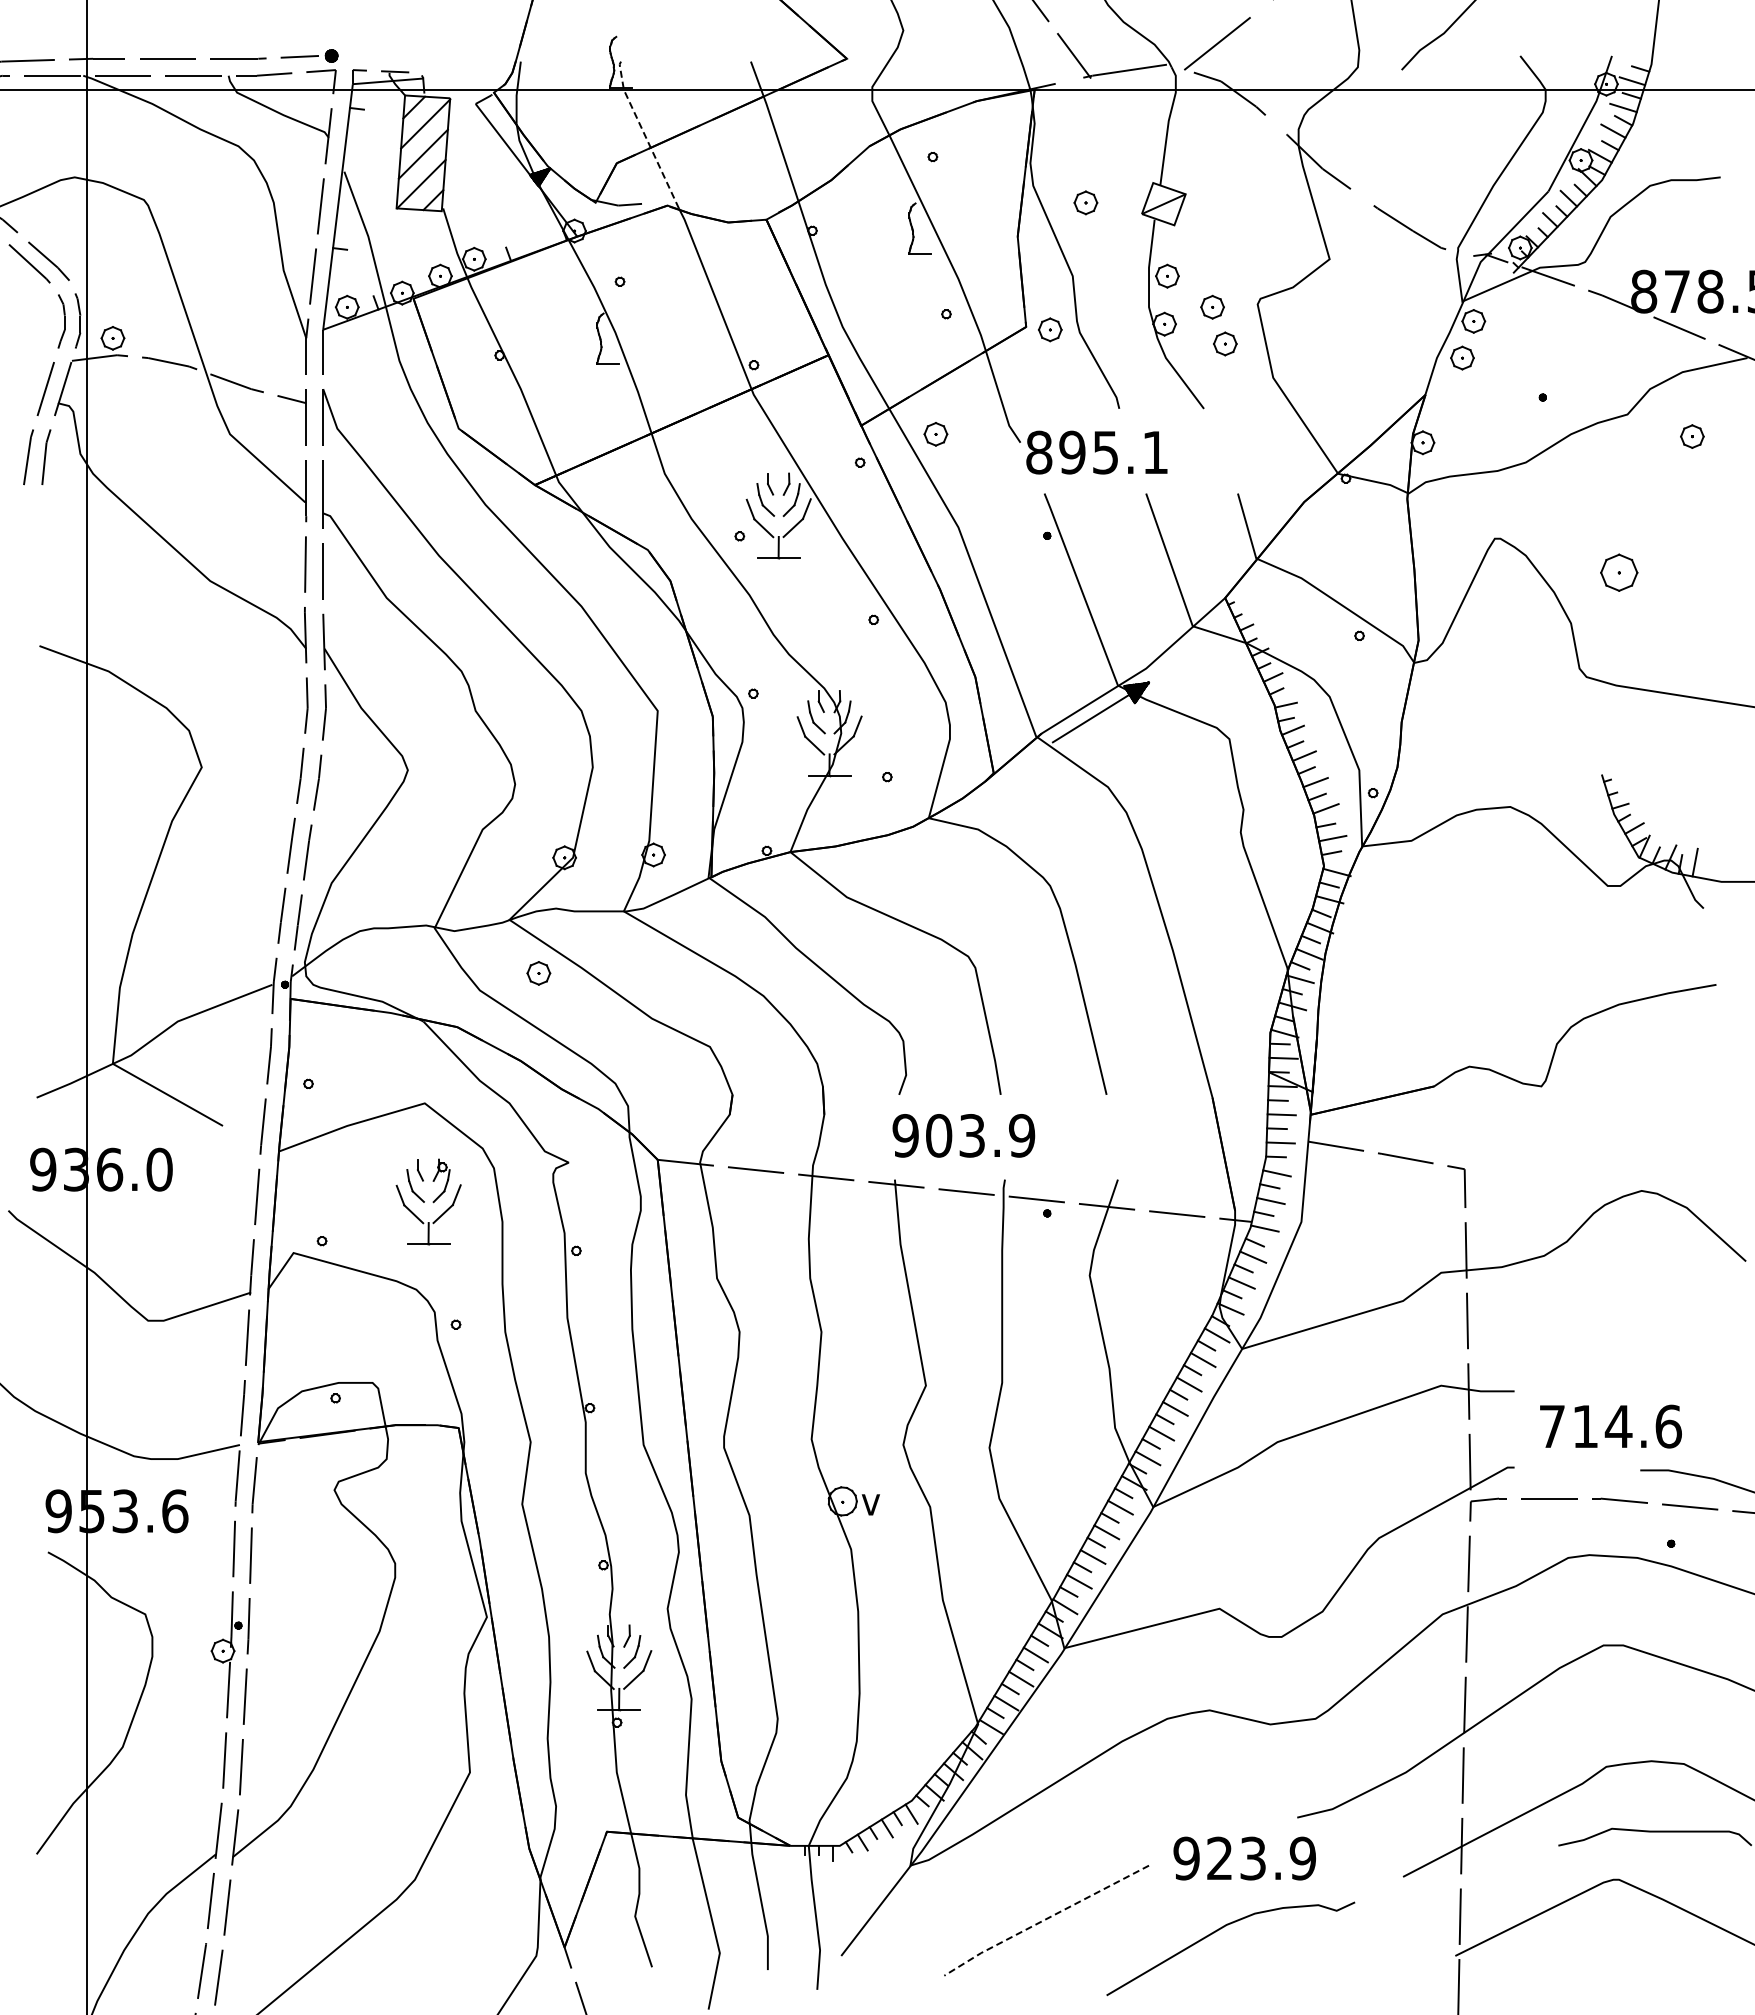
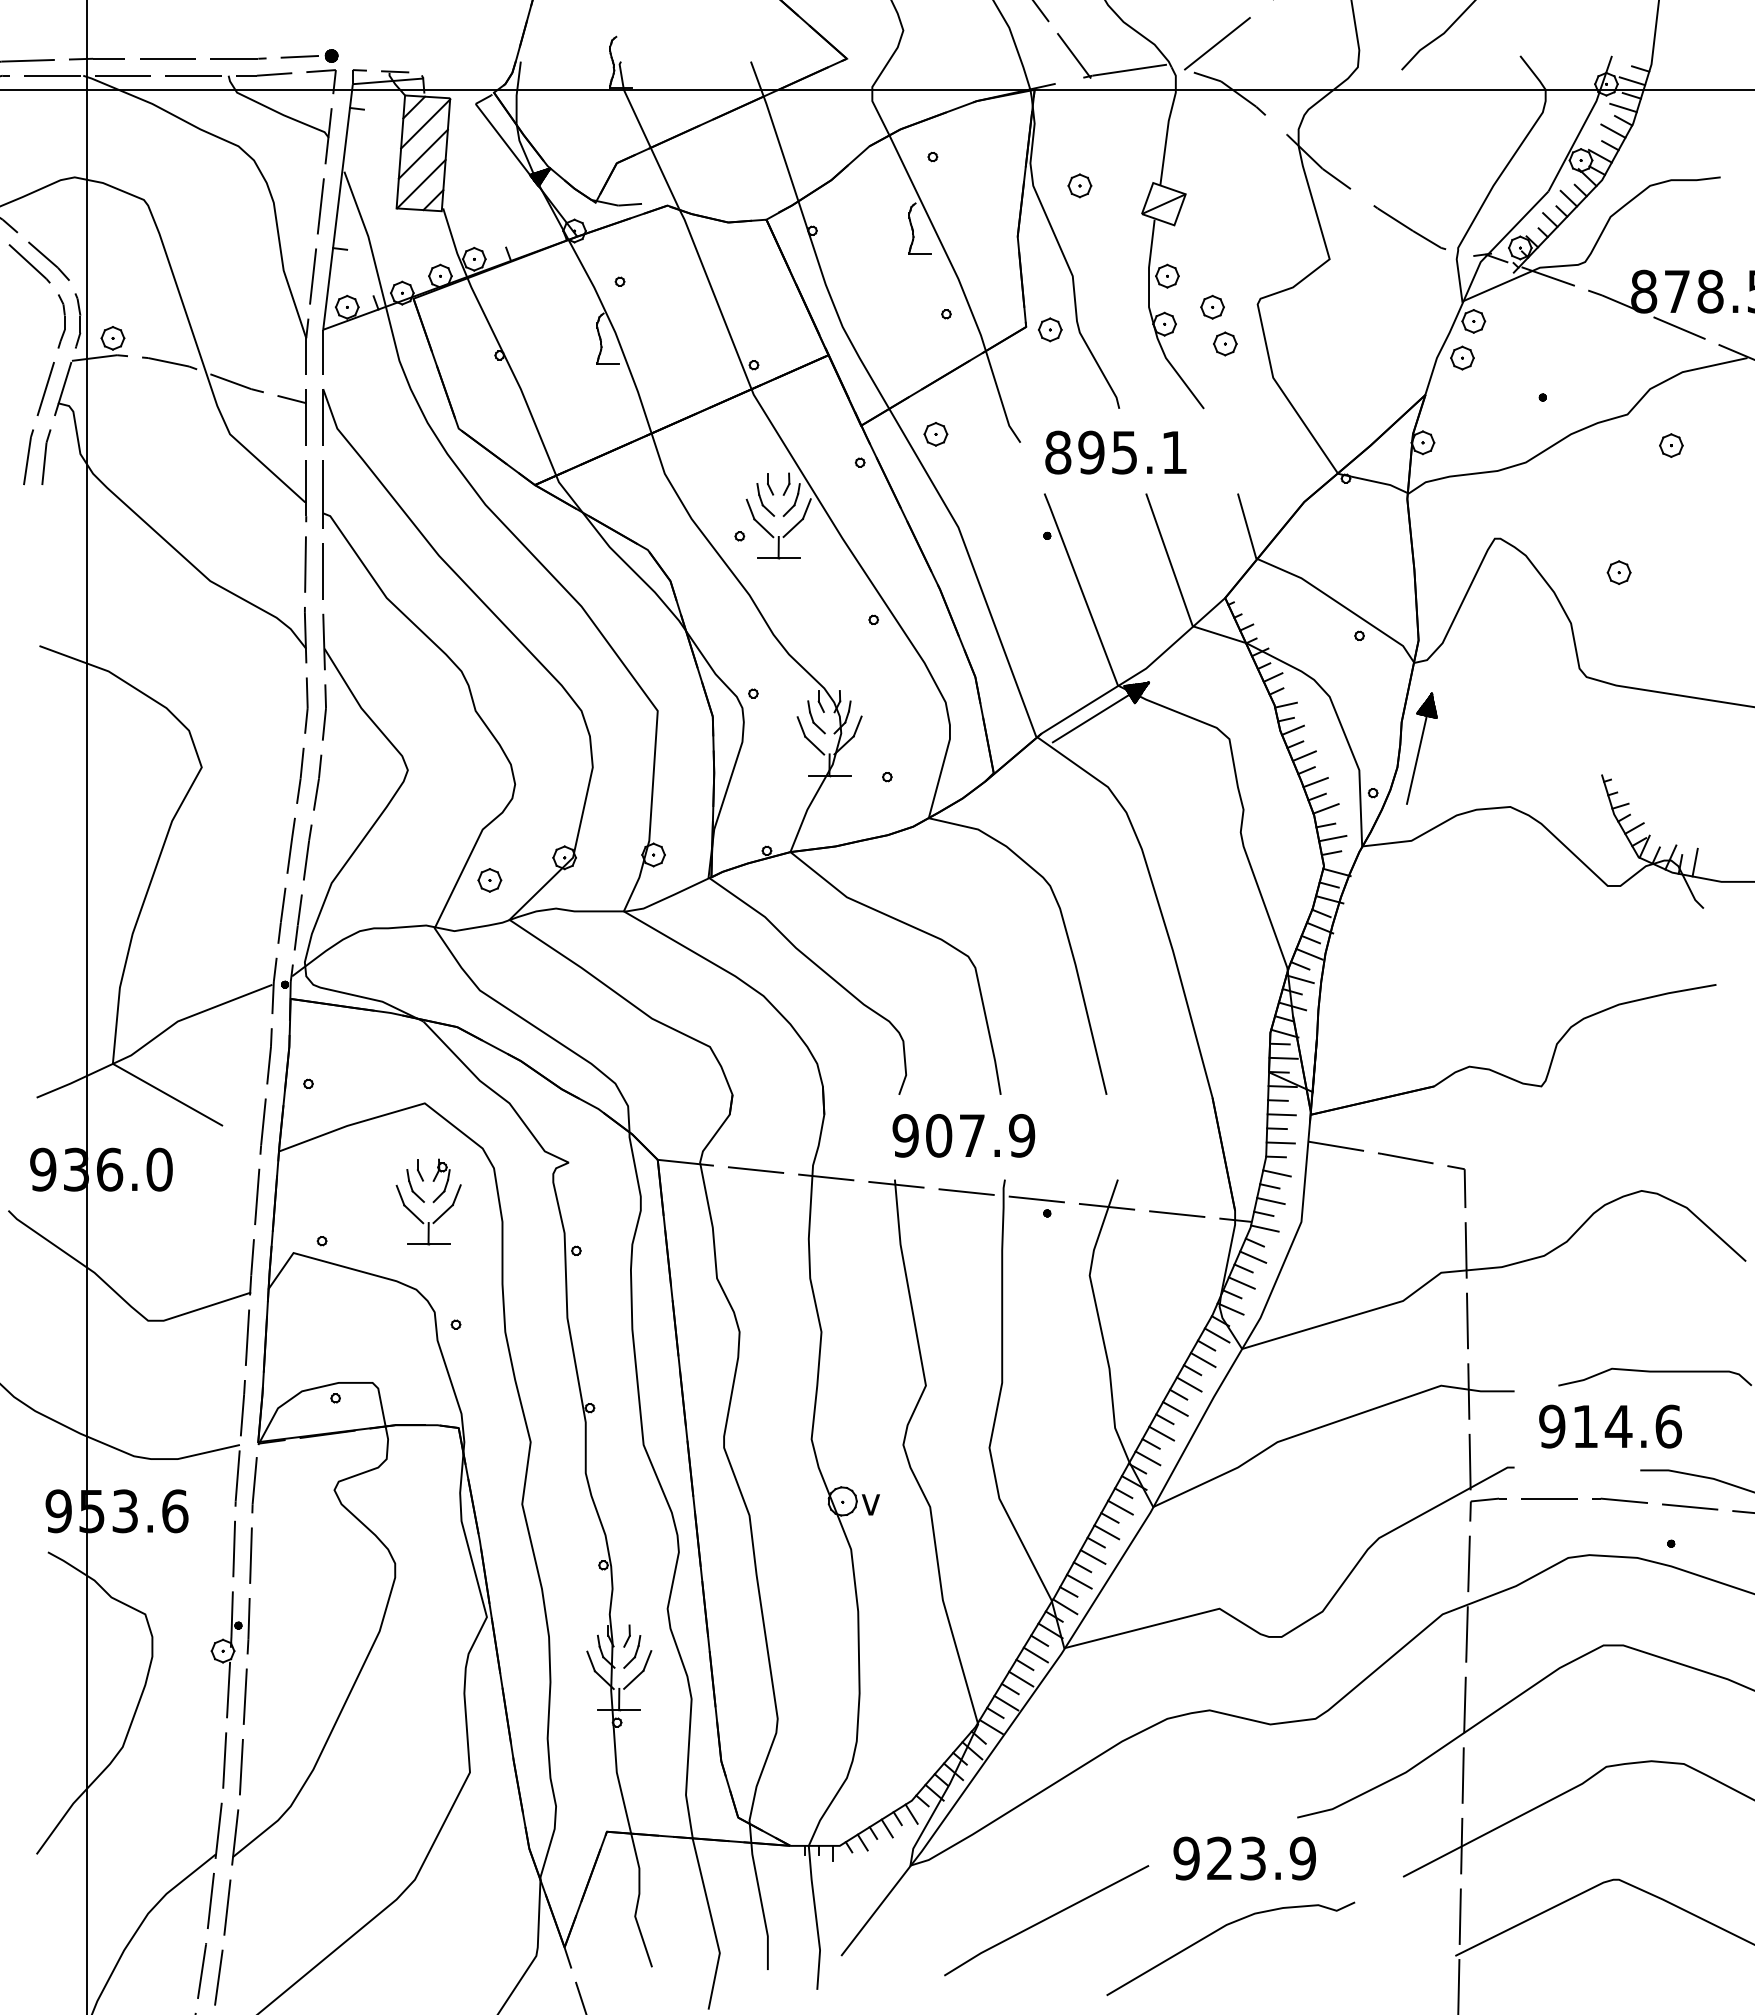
line at (644, 134): dashed -> solid
part at (1085, 202) position: (1085, 202) -> (1079, 185)
part at (1692, 436) position: (1692, 436) -> (1671, 445)
text at (1096, 452) position: (1096, 452) -> (1115, 452)
part at (1619, 572) size: 39x39 px -> 26x25 px
part at (1421, 748): none -> present
part at (538, 973) position: (538, 973) -> (489, 880)
text at (971, 1135): 903.9 -> 907.9
text at (1552, 1426): 714.6 -> 914.6
curve at (1654, 1832) position: (1654, 1832) -> (1654, 1372)
line at (1044, 1920): dashed -> solid
